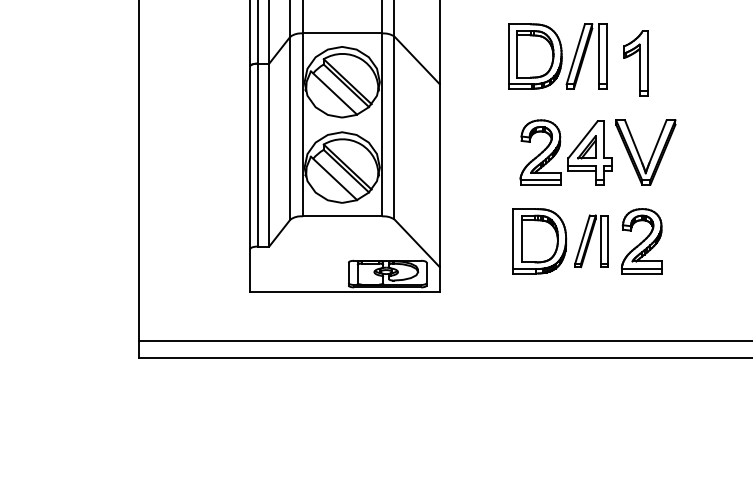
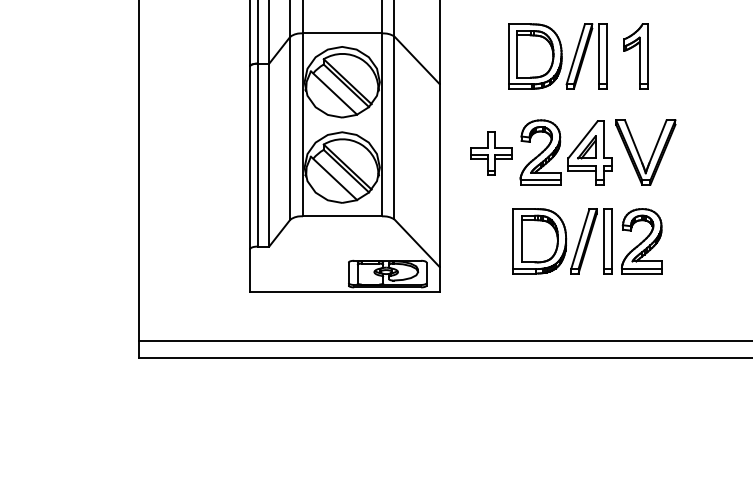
part at (635, 63) position: (635, 63) -> (635, 56)
part at (491, 153): none -> present
part at (591, 241) size: 35x55 px -> 43x67 px
